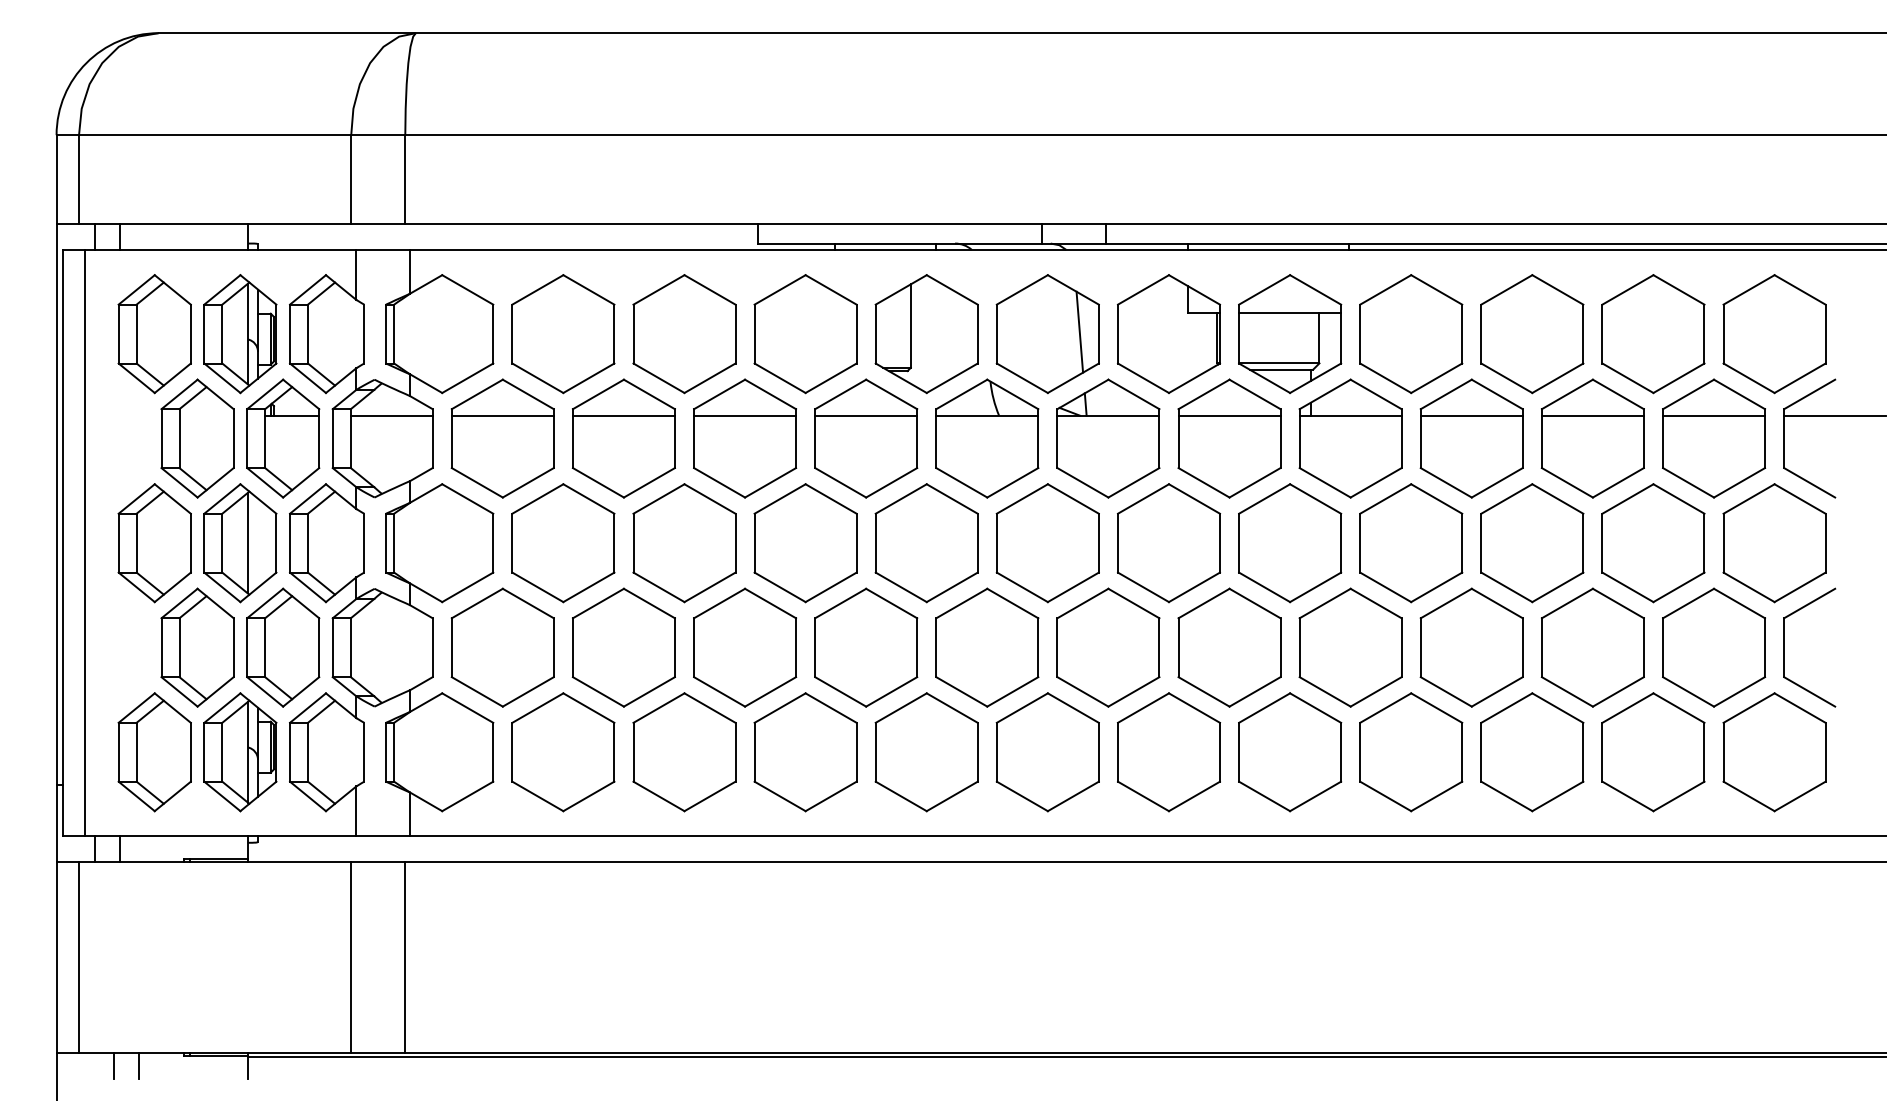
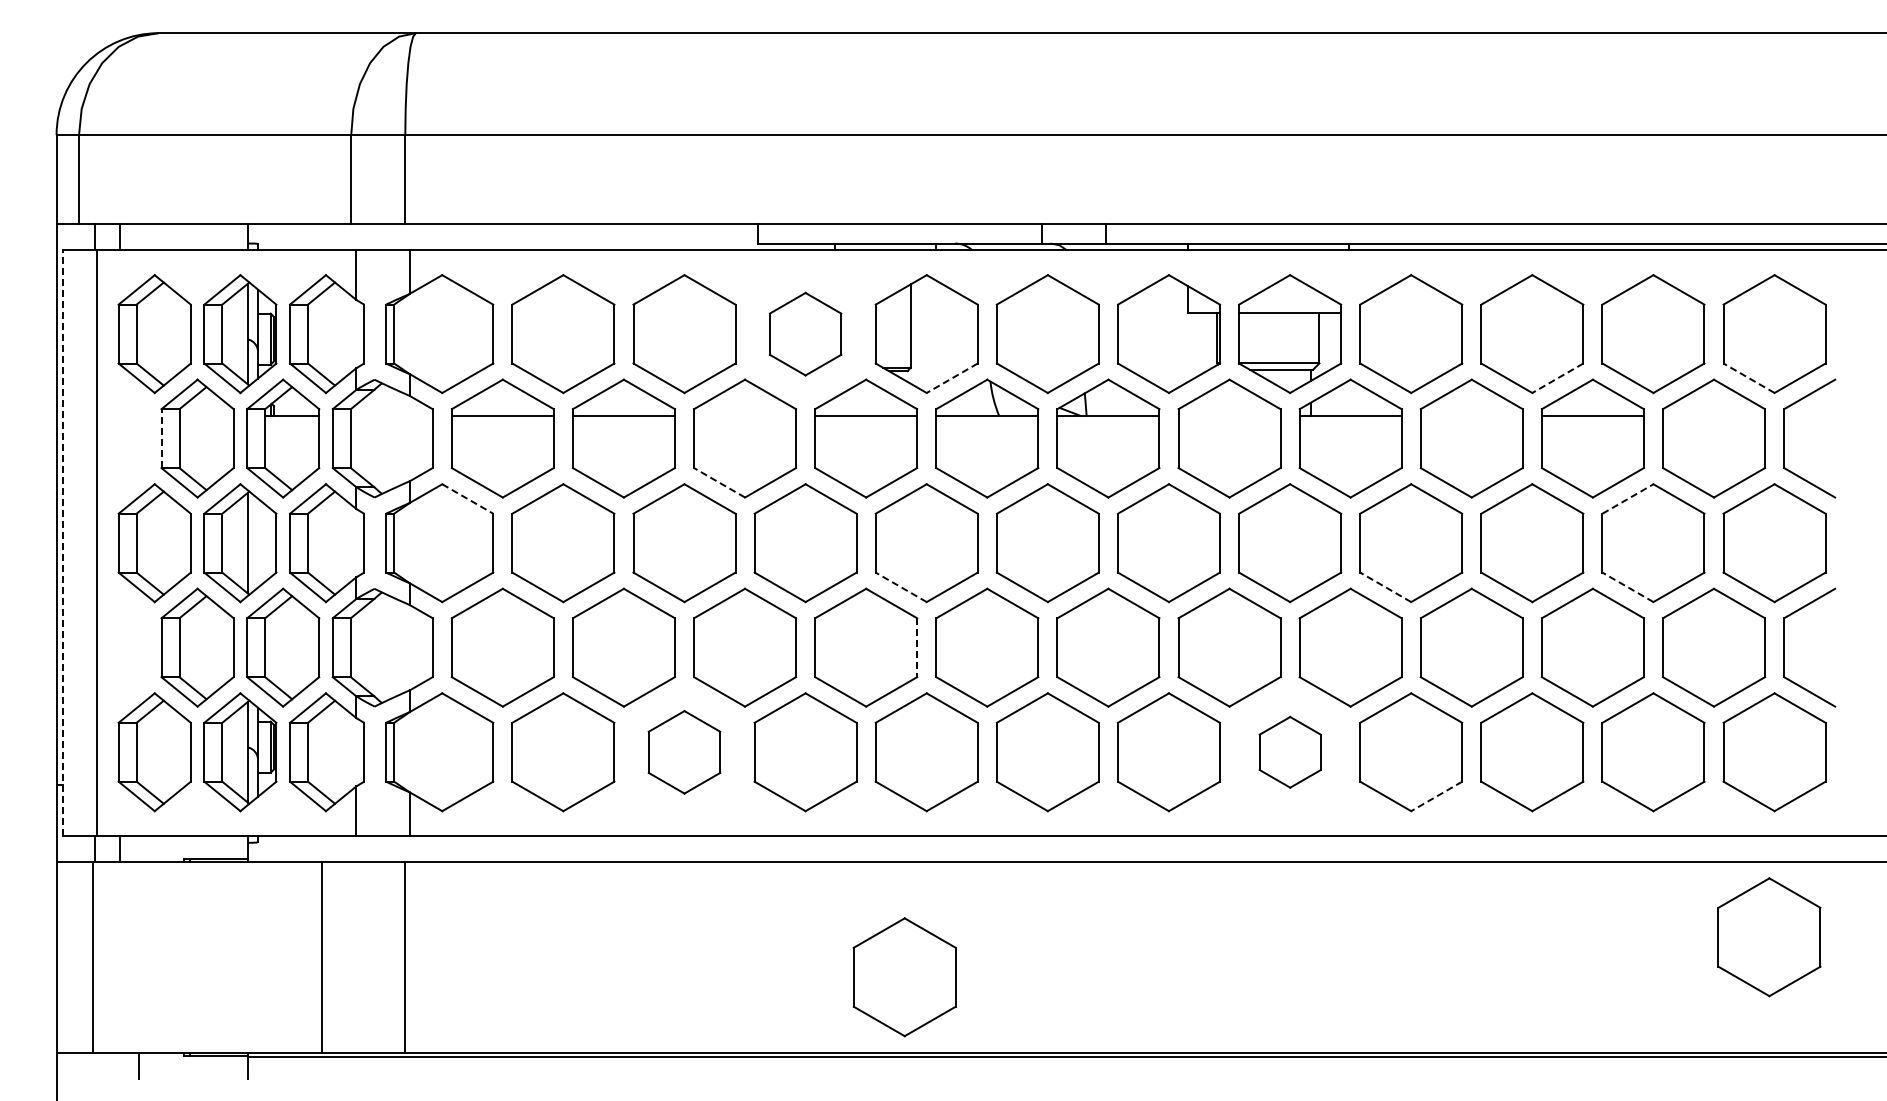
line at (1079, 331): present -> none
part at (805, 334) size: 105x121 px -> 75x86 px
line at (951, 378): solid -> dashed
line at (1557, 378): solid -> dashed
line at (1748, 378): solid -> dashed
line at (391, 415): present -> none
line at (745, 415): present -> none
line at (1229, 415): present -> none
line at (1471, 415): present -> none
line at (1714, 415): present -> none
line at (1833, 415): present -> none
line at (161, 438): solid -> dashed
line at (719, 482): solid -> dashed
line at (1628, 498): solid -> dashed
line at (468, 499): solid -> dashed
line at (62, 542): solid -> dashed
line at (85, 542) position: (85, 542) -> (97, 542)
line at (900, 587): solid -> dashed
line at (1385, 587): solid -> dashed
line at (1627, 587): solid -> dashed
line at (917, 648): solid -> dashed
part at (684, 752) size: 105x121 px -> 75x85 px
part at (1290, 752) size: 105x121 px -> 64x74 px
line at (1436, 796): solid -> dashed
part at (1769, 937): none -> present
line at (79, 957) position: (79, 957) -> (93, 957)
line at (351, 957) position: (351, 957) -> (322, 957)
part at (904, 977): none -> present
line at (113, 1065): present -> none
